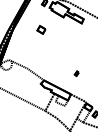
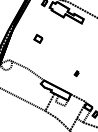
part at (41, 29) position: (41, 29) -> (38, 38)
